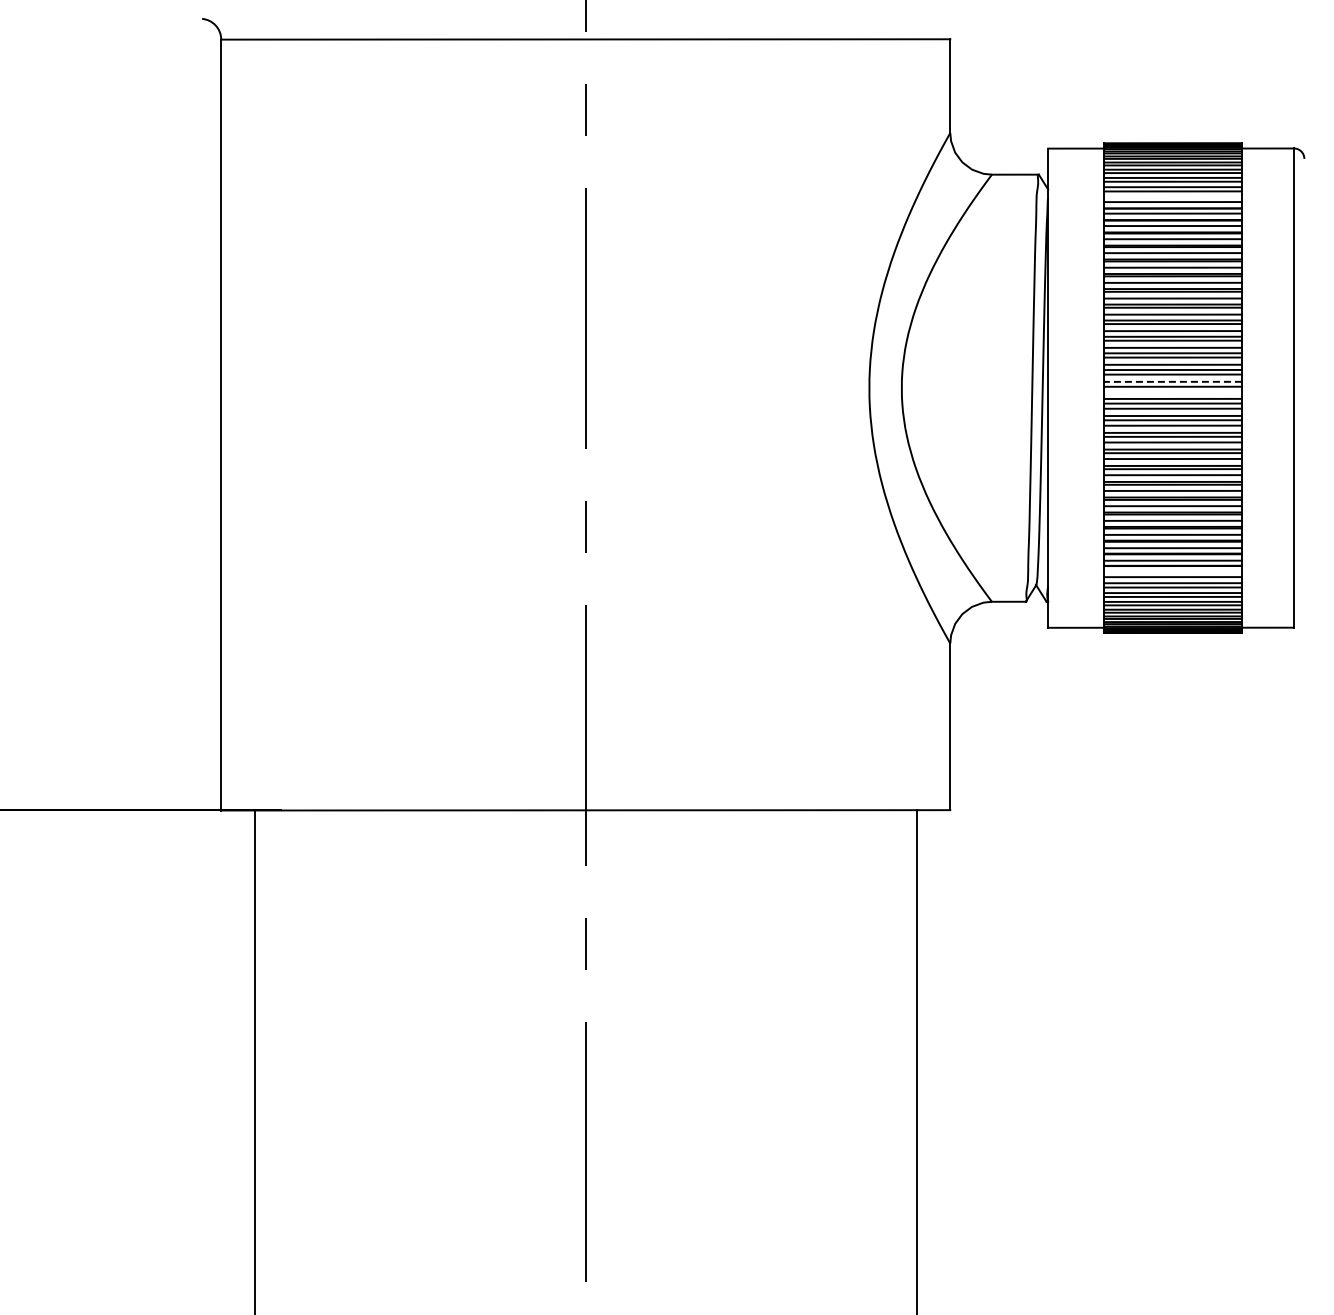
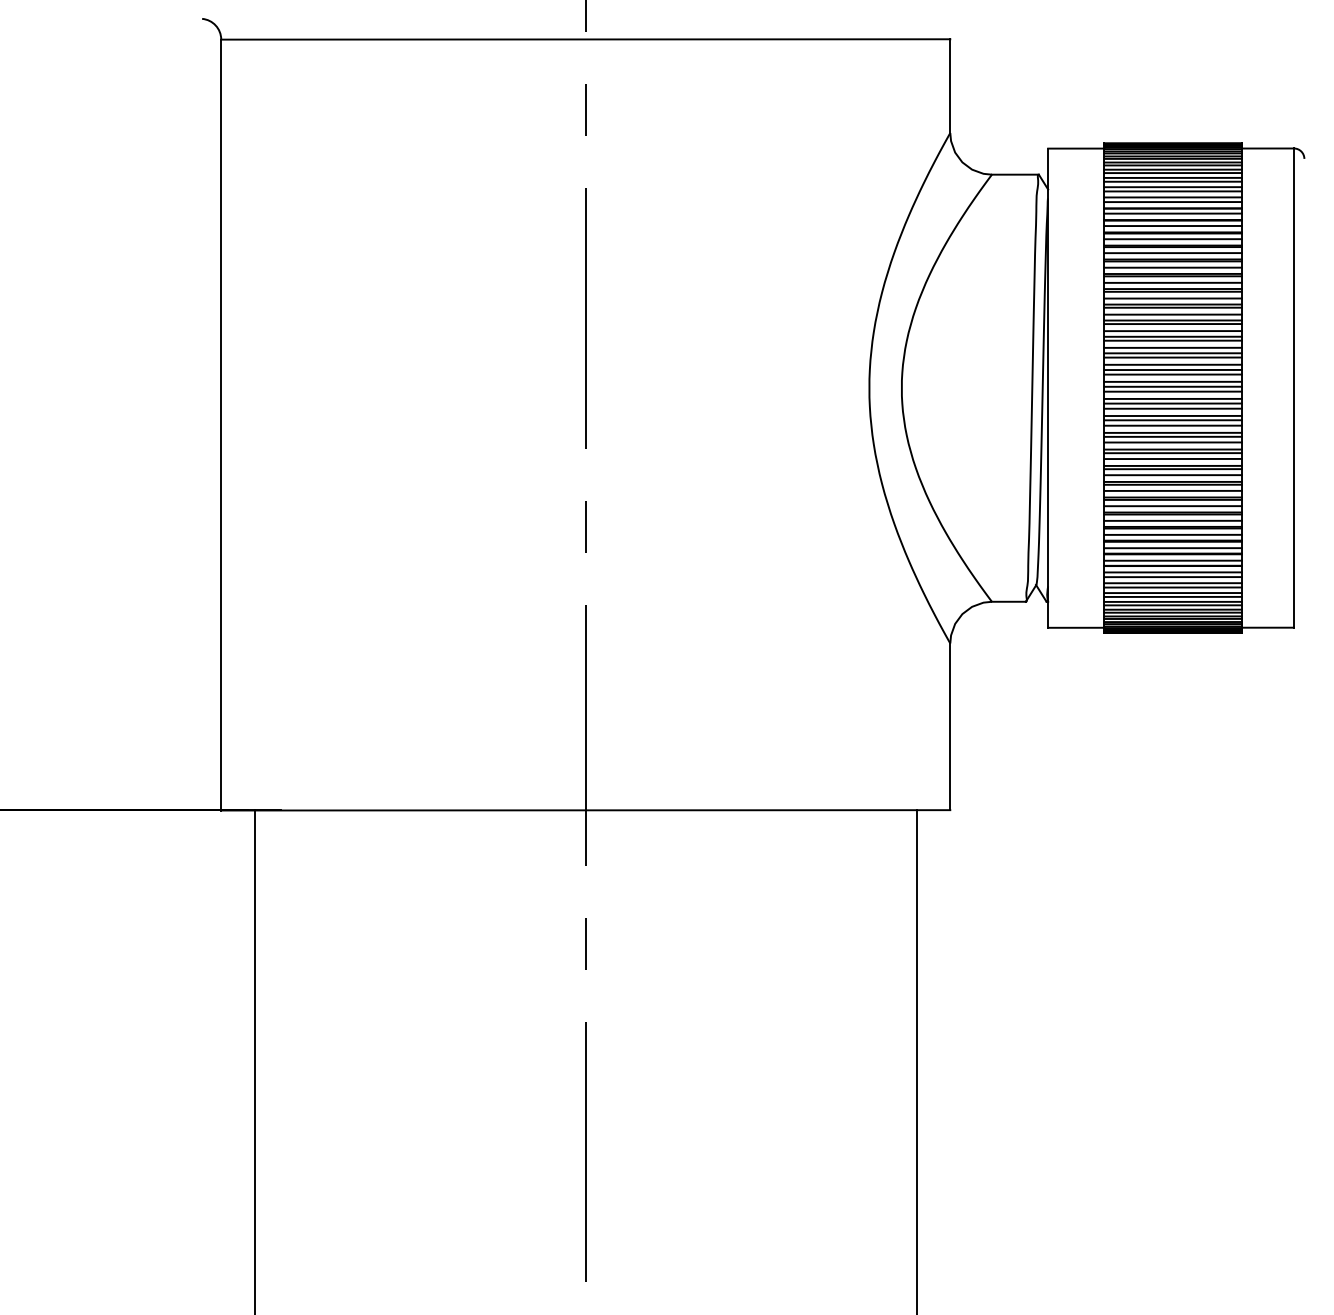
line at (1172, 197): none -> present
line at (1173, 381): dashed -> solid
line at (1172, 391): none -> present
line at (1172, 572): none -> present
